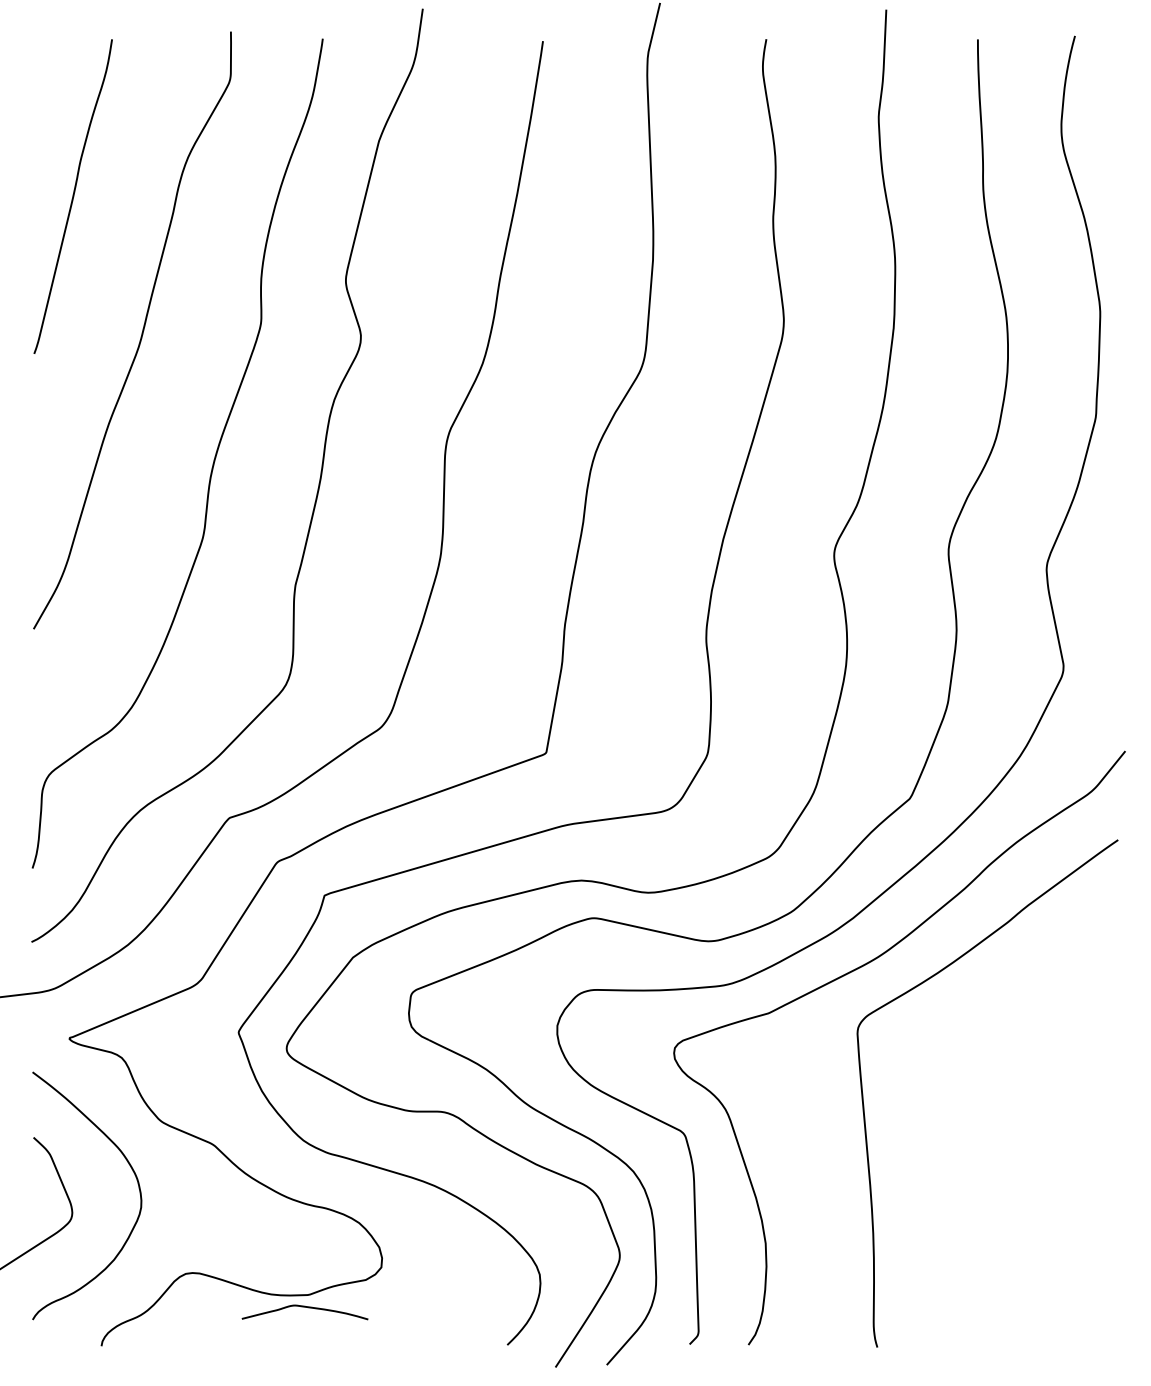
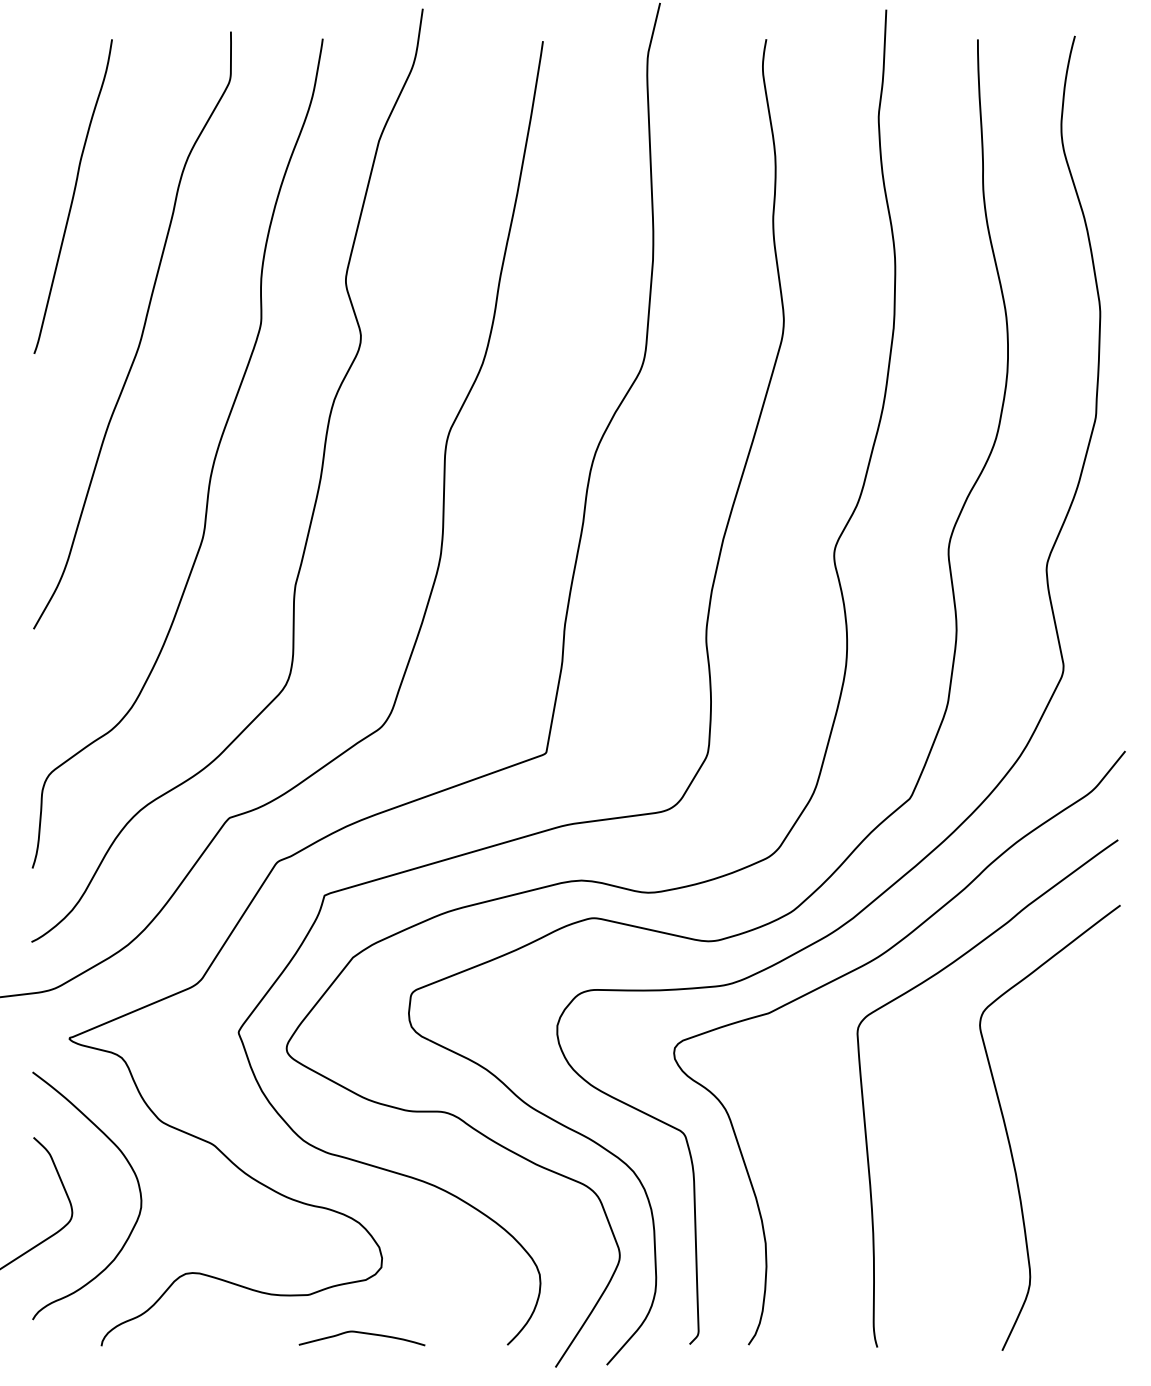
curve at (1009, 1138): none -> present
curve at (304, 1307) position: (304, 1307) -> (361, 1333)
